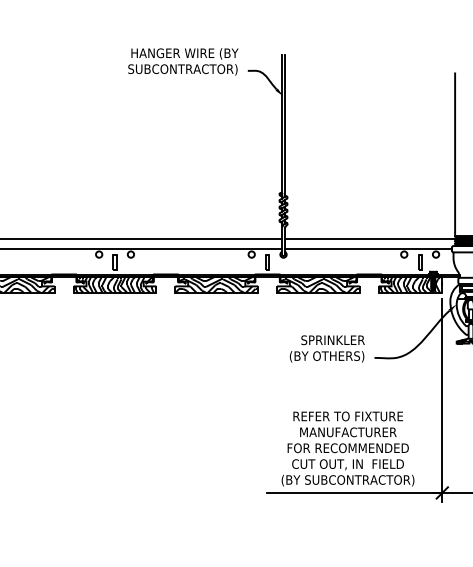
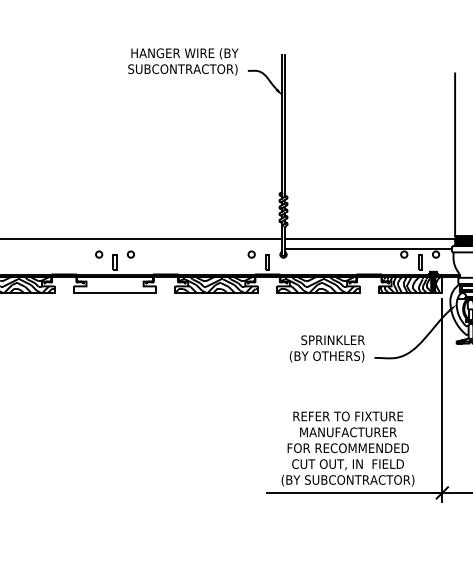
line at (142, 249): present -> none
hatch at (114, 284): present -> none
